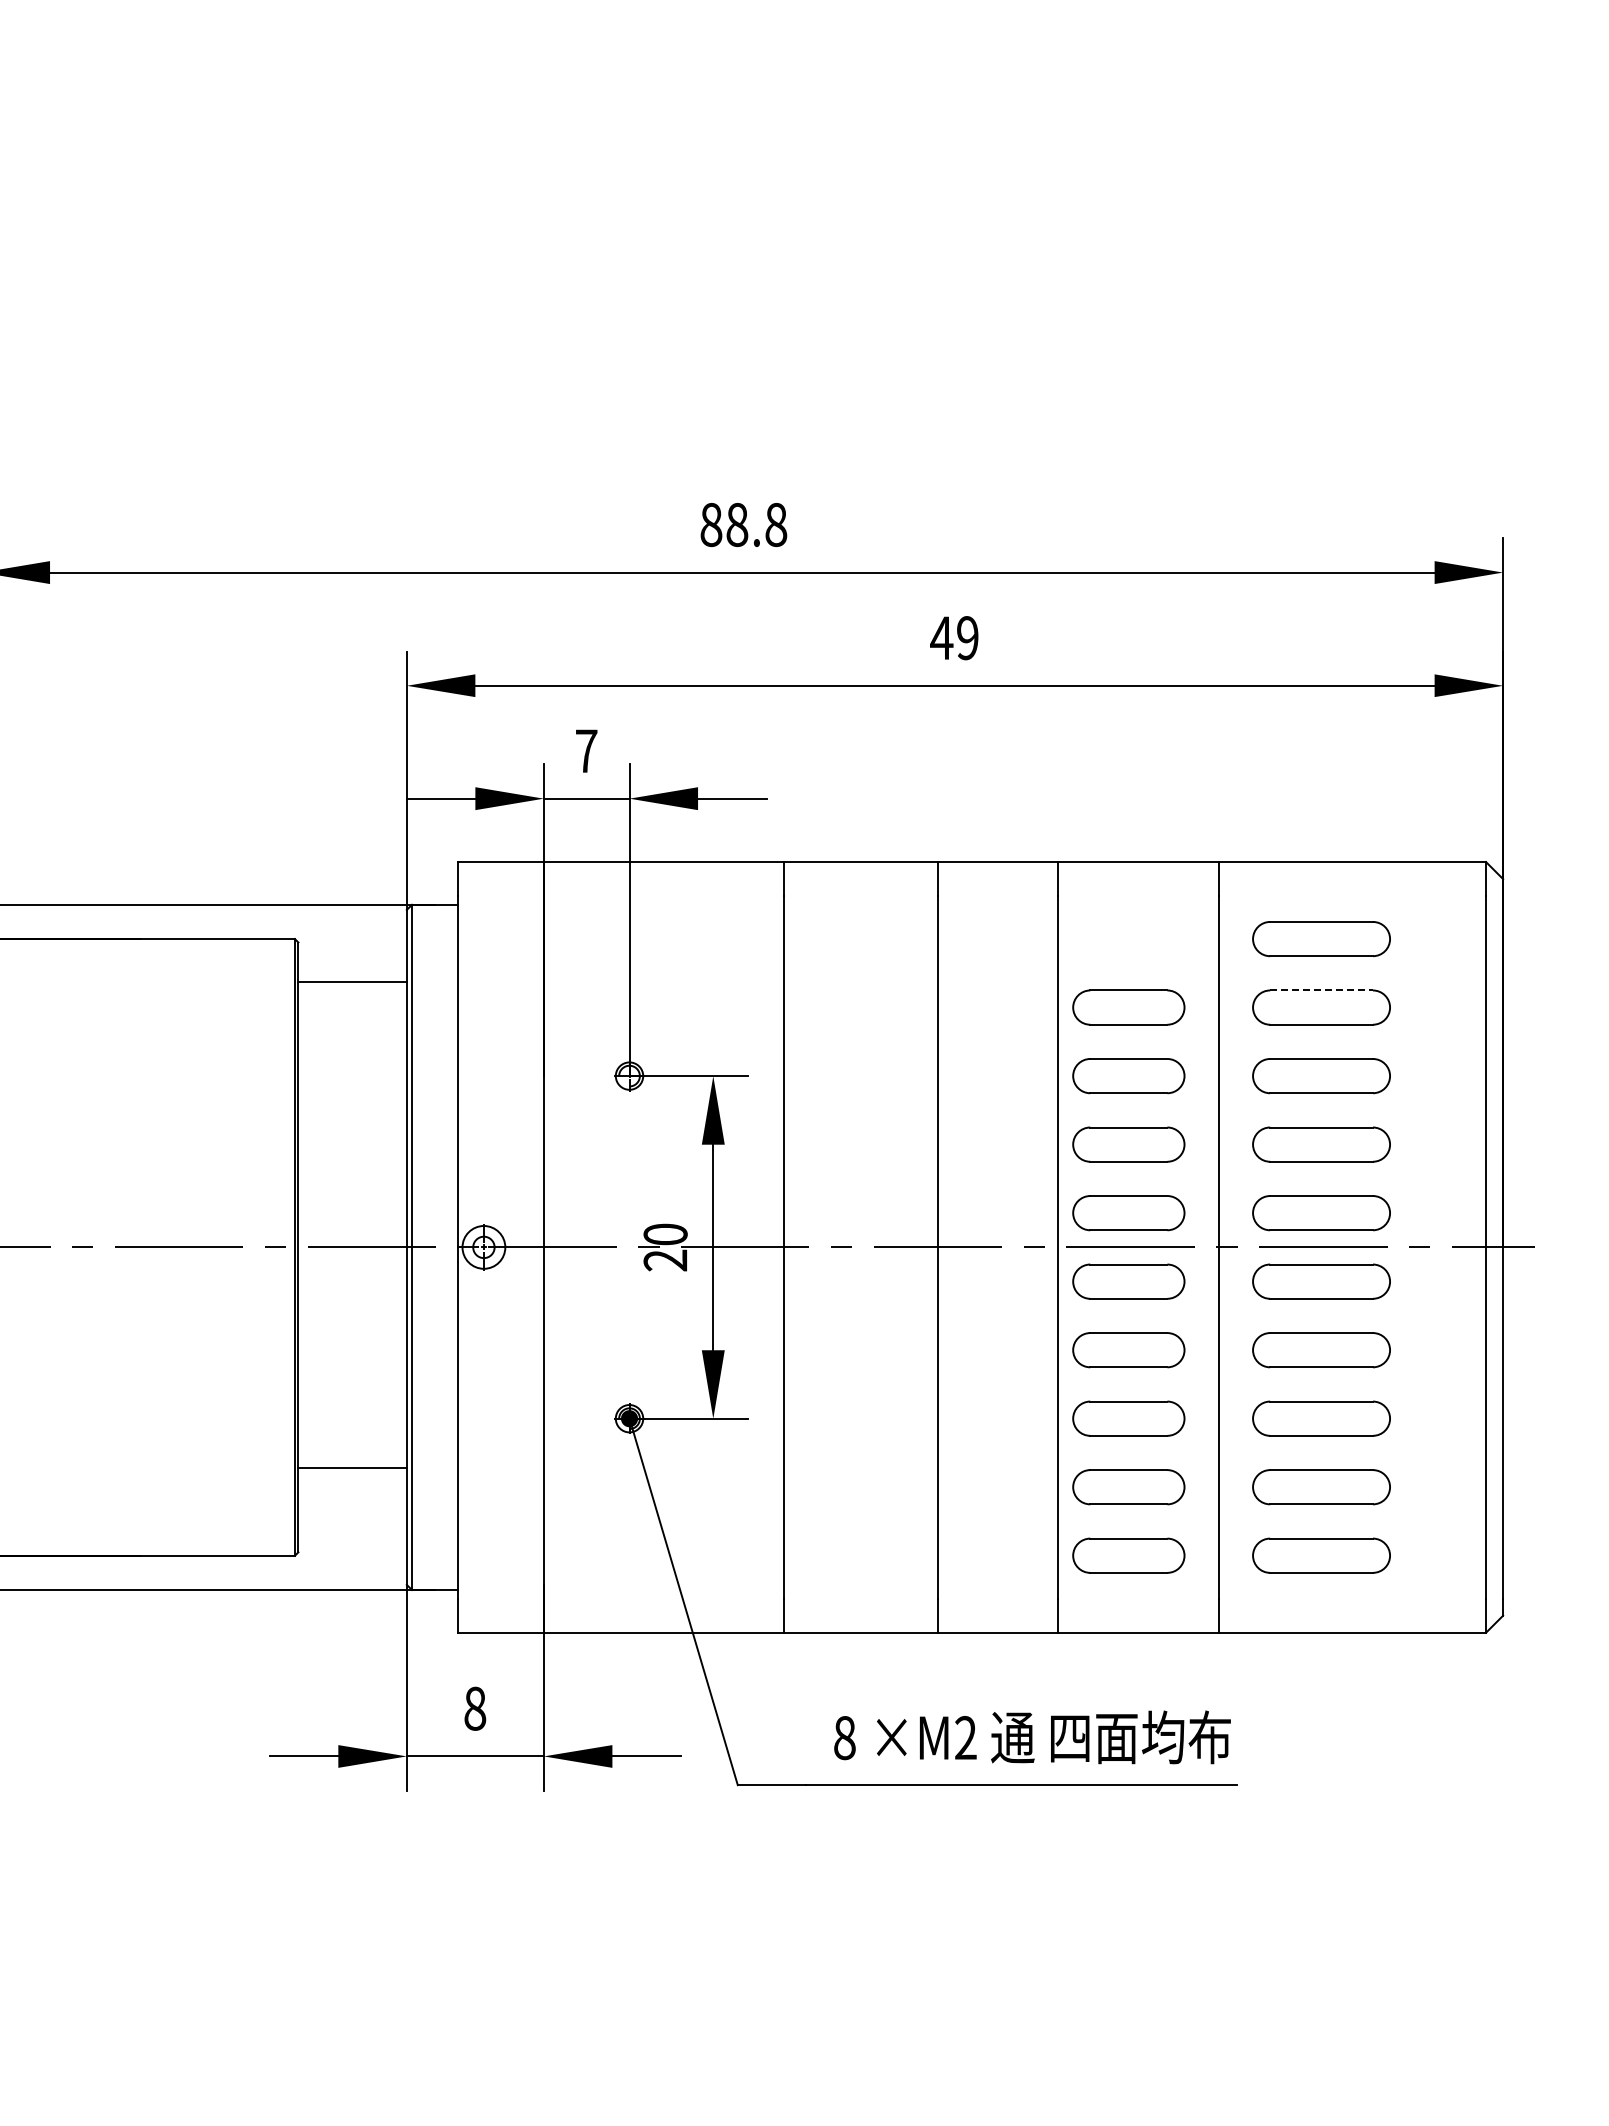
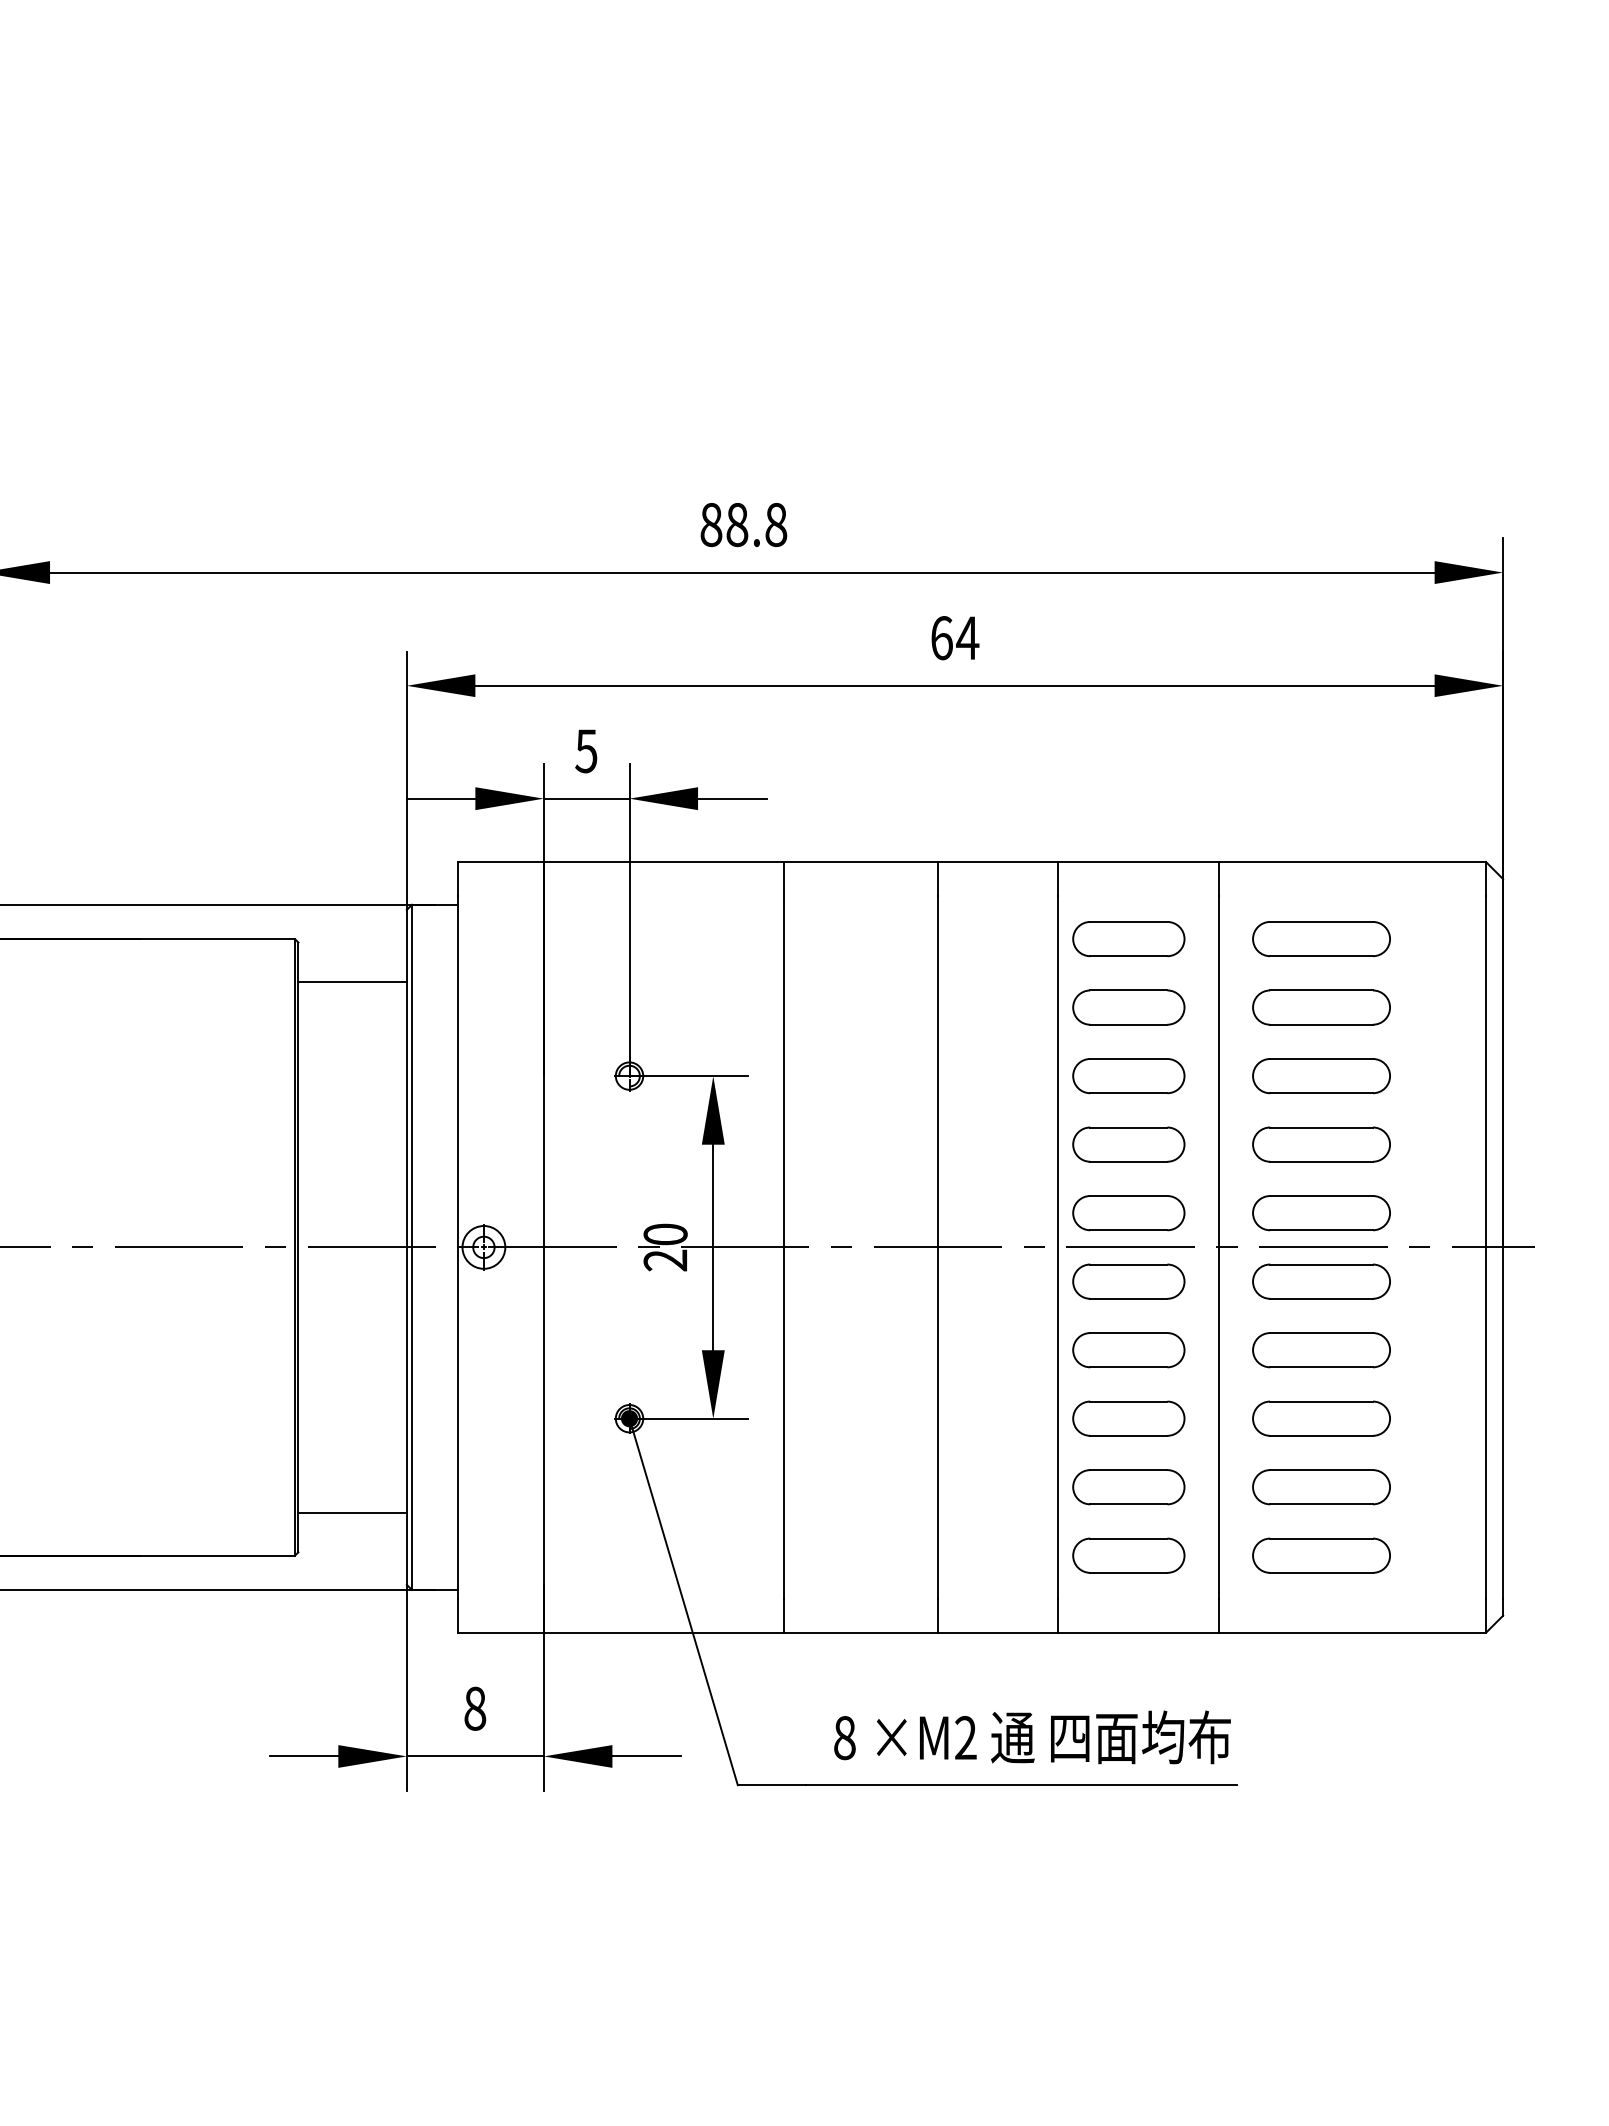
text at (954, 638): 49 -> 64
text at (586, 751): 7 -> 5
part at (1128, 939): none -> present
line at (1322, 990): dashed -> solid
line at (352, 1467) position: (352, 1467) -> (352, 1512)
